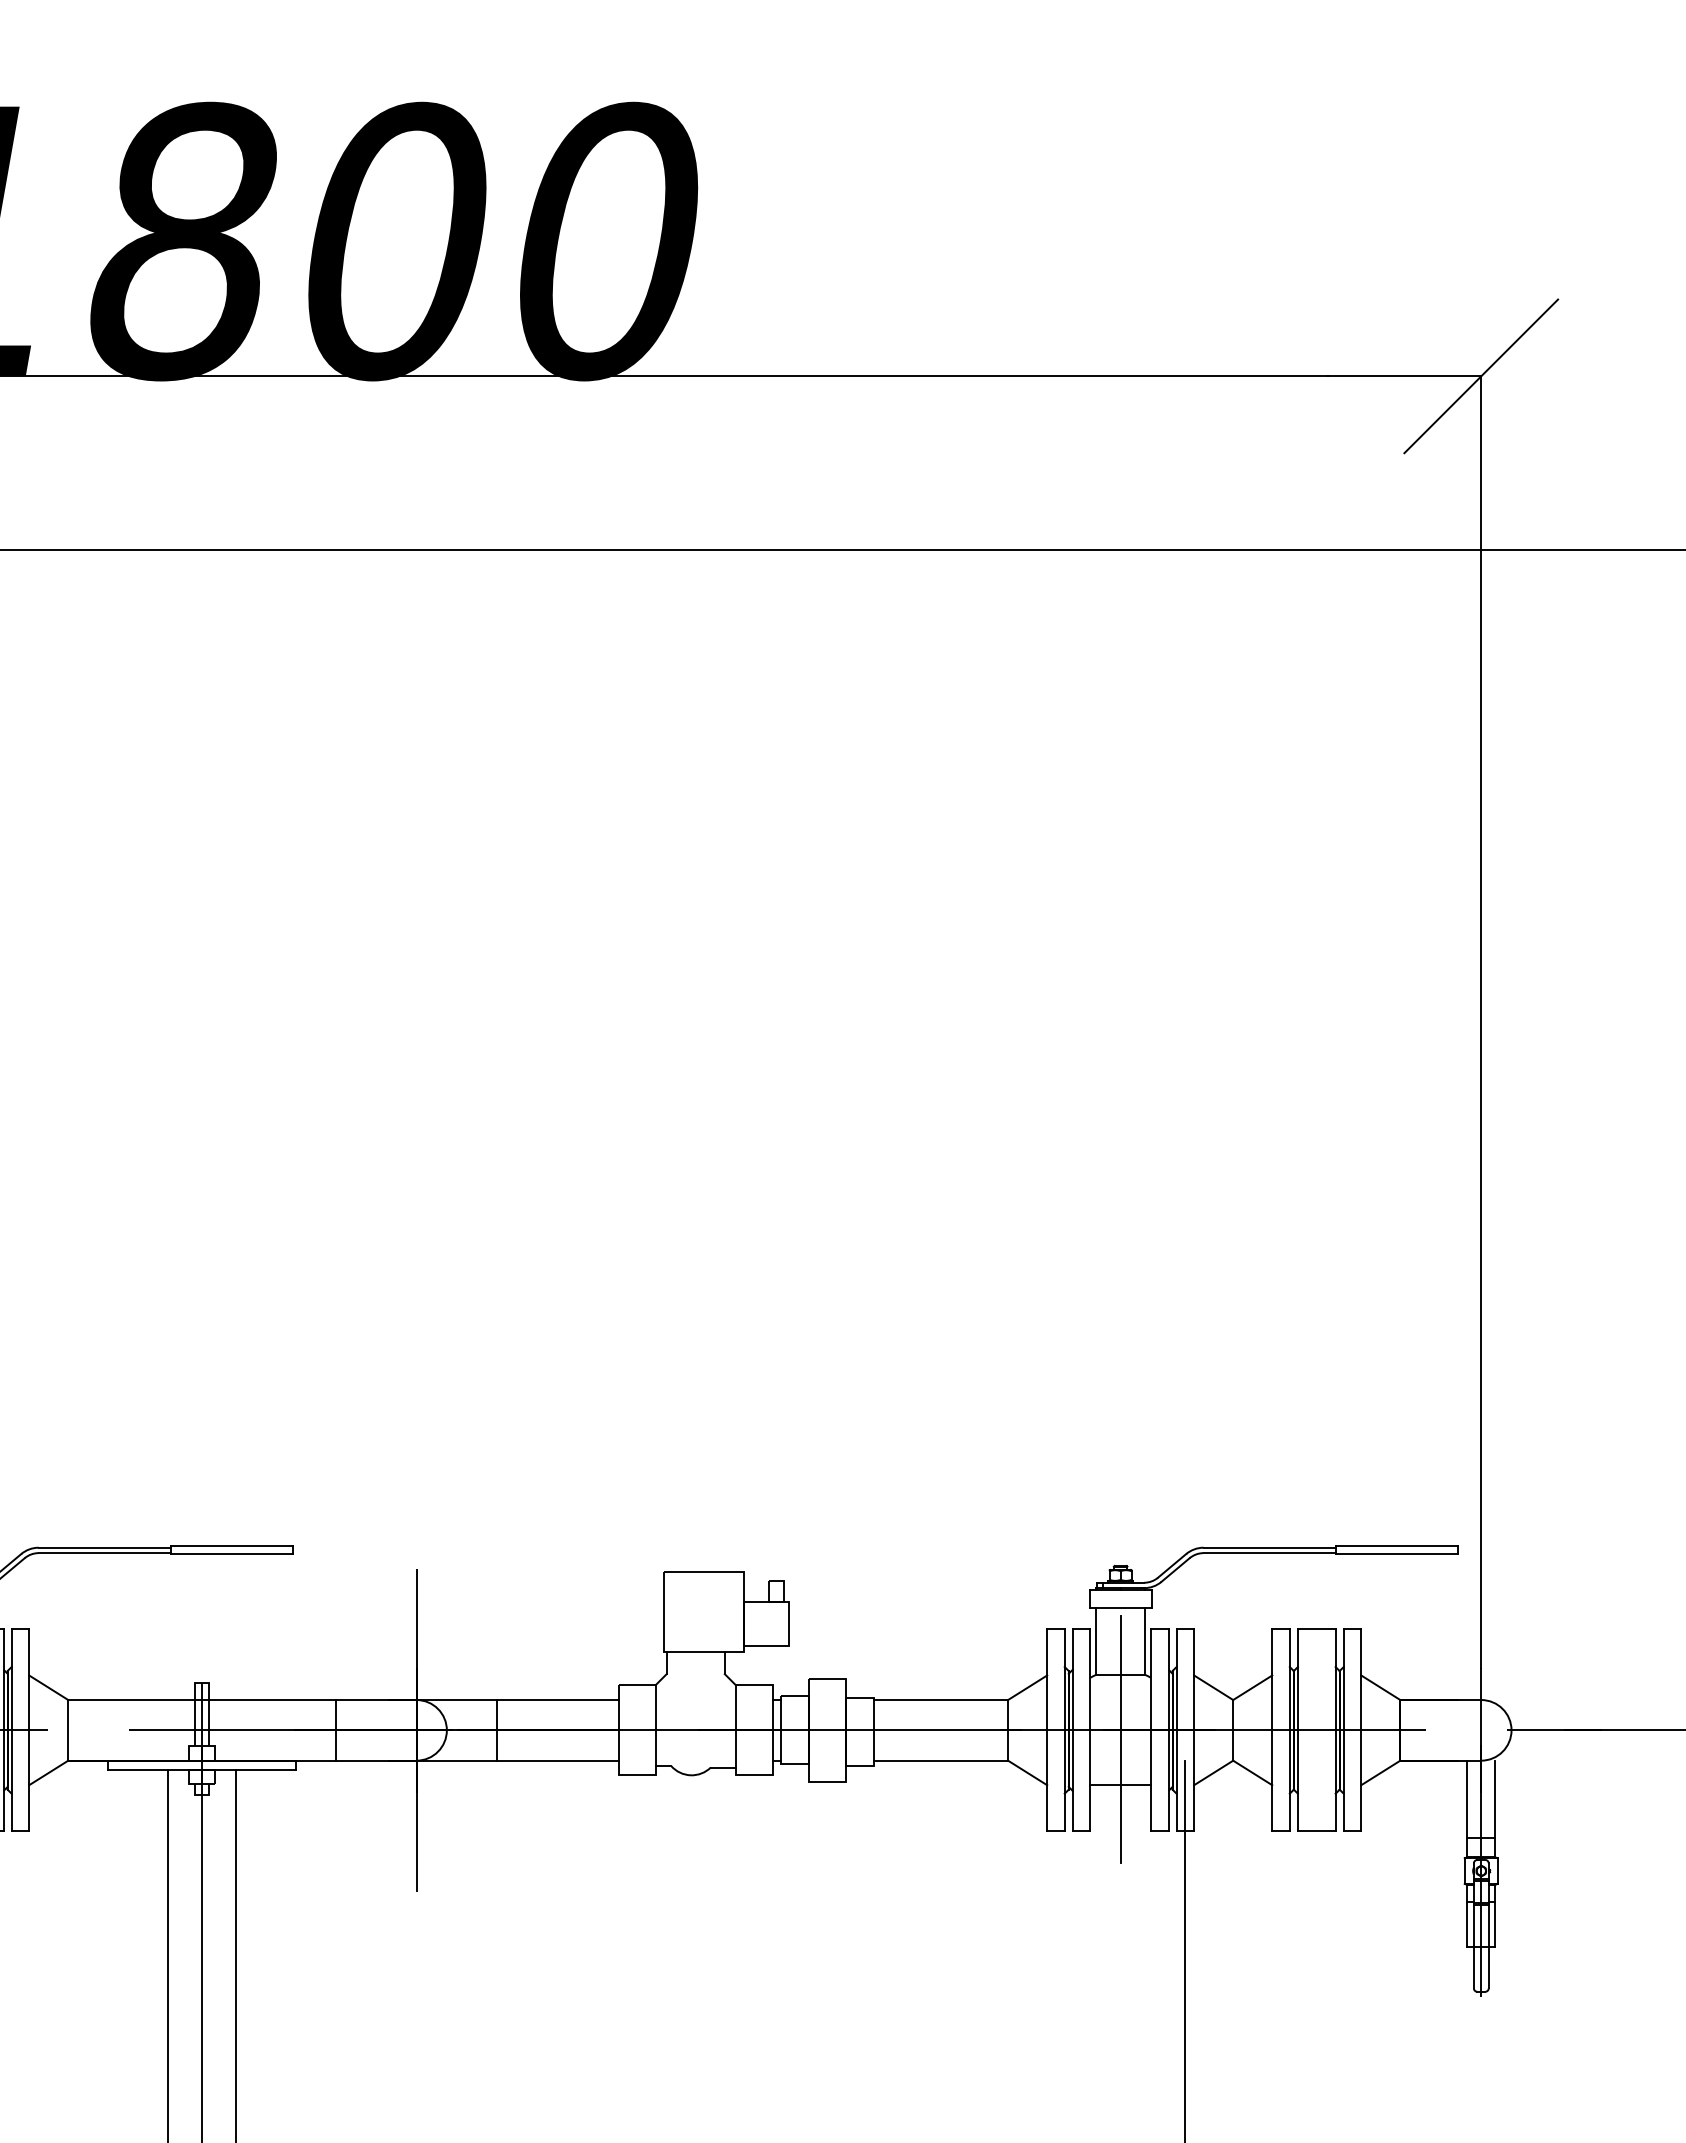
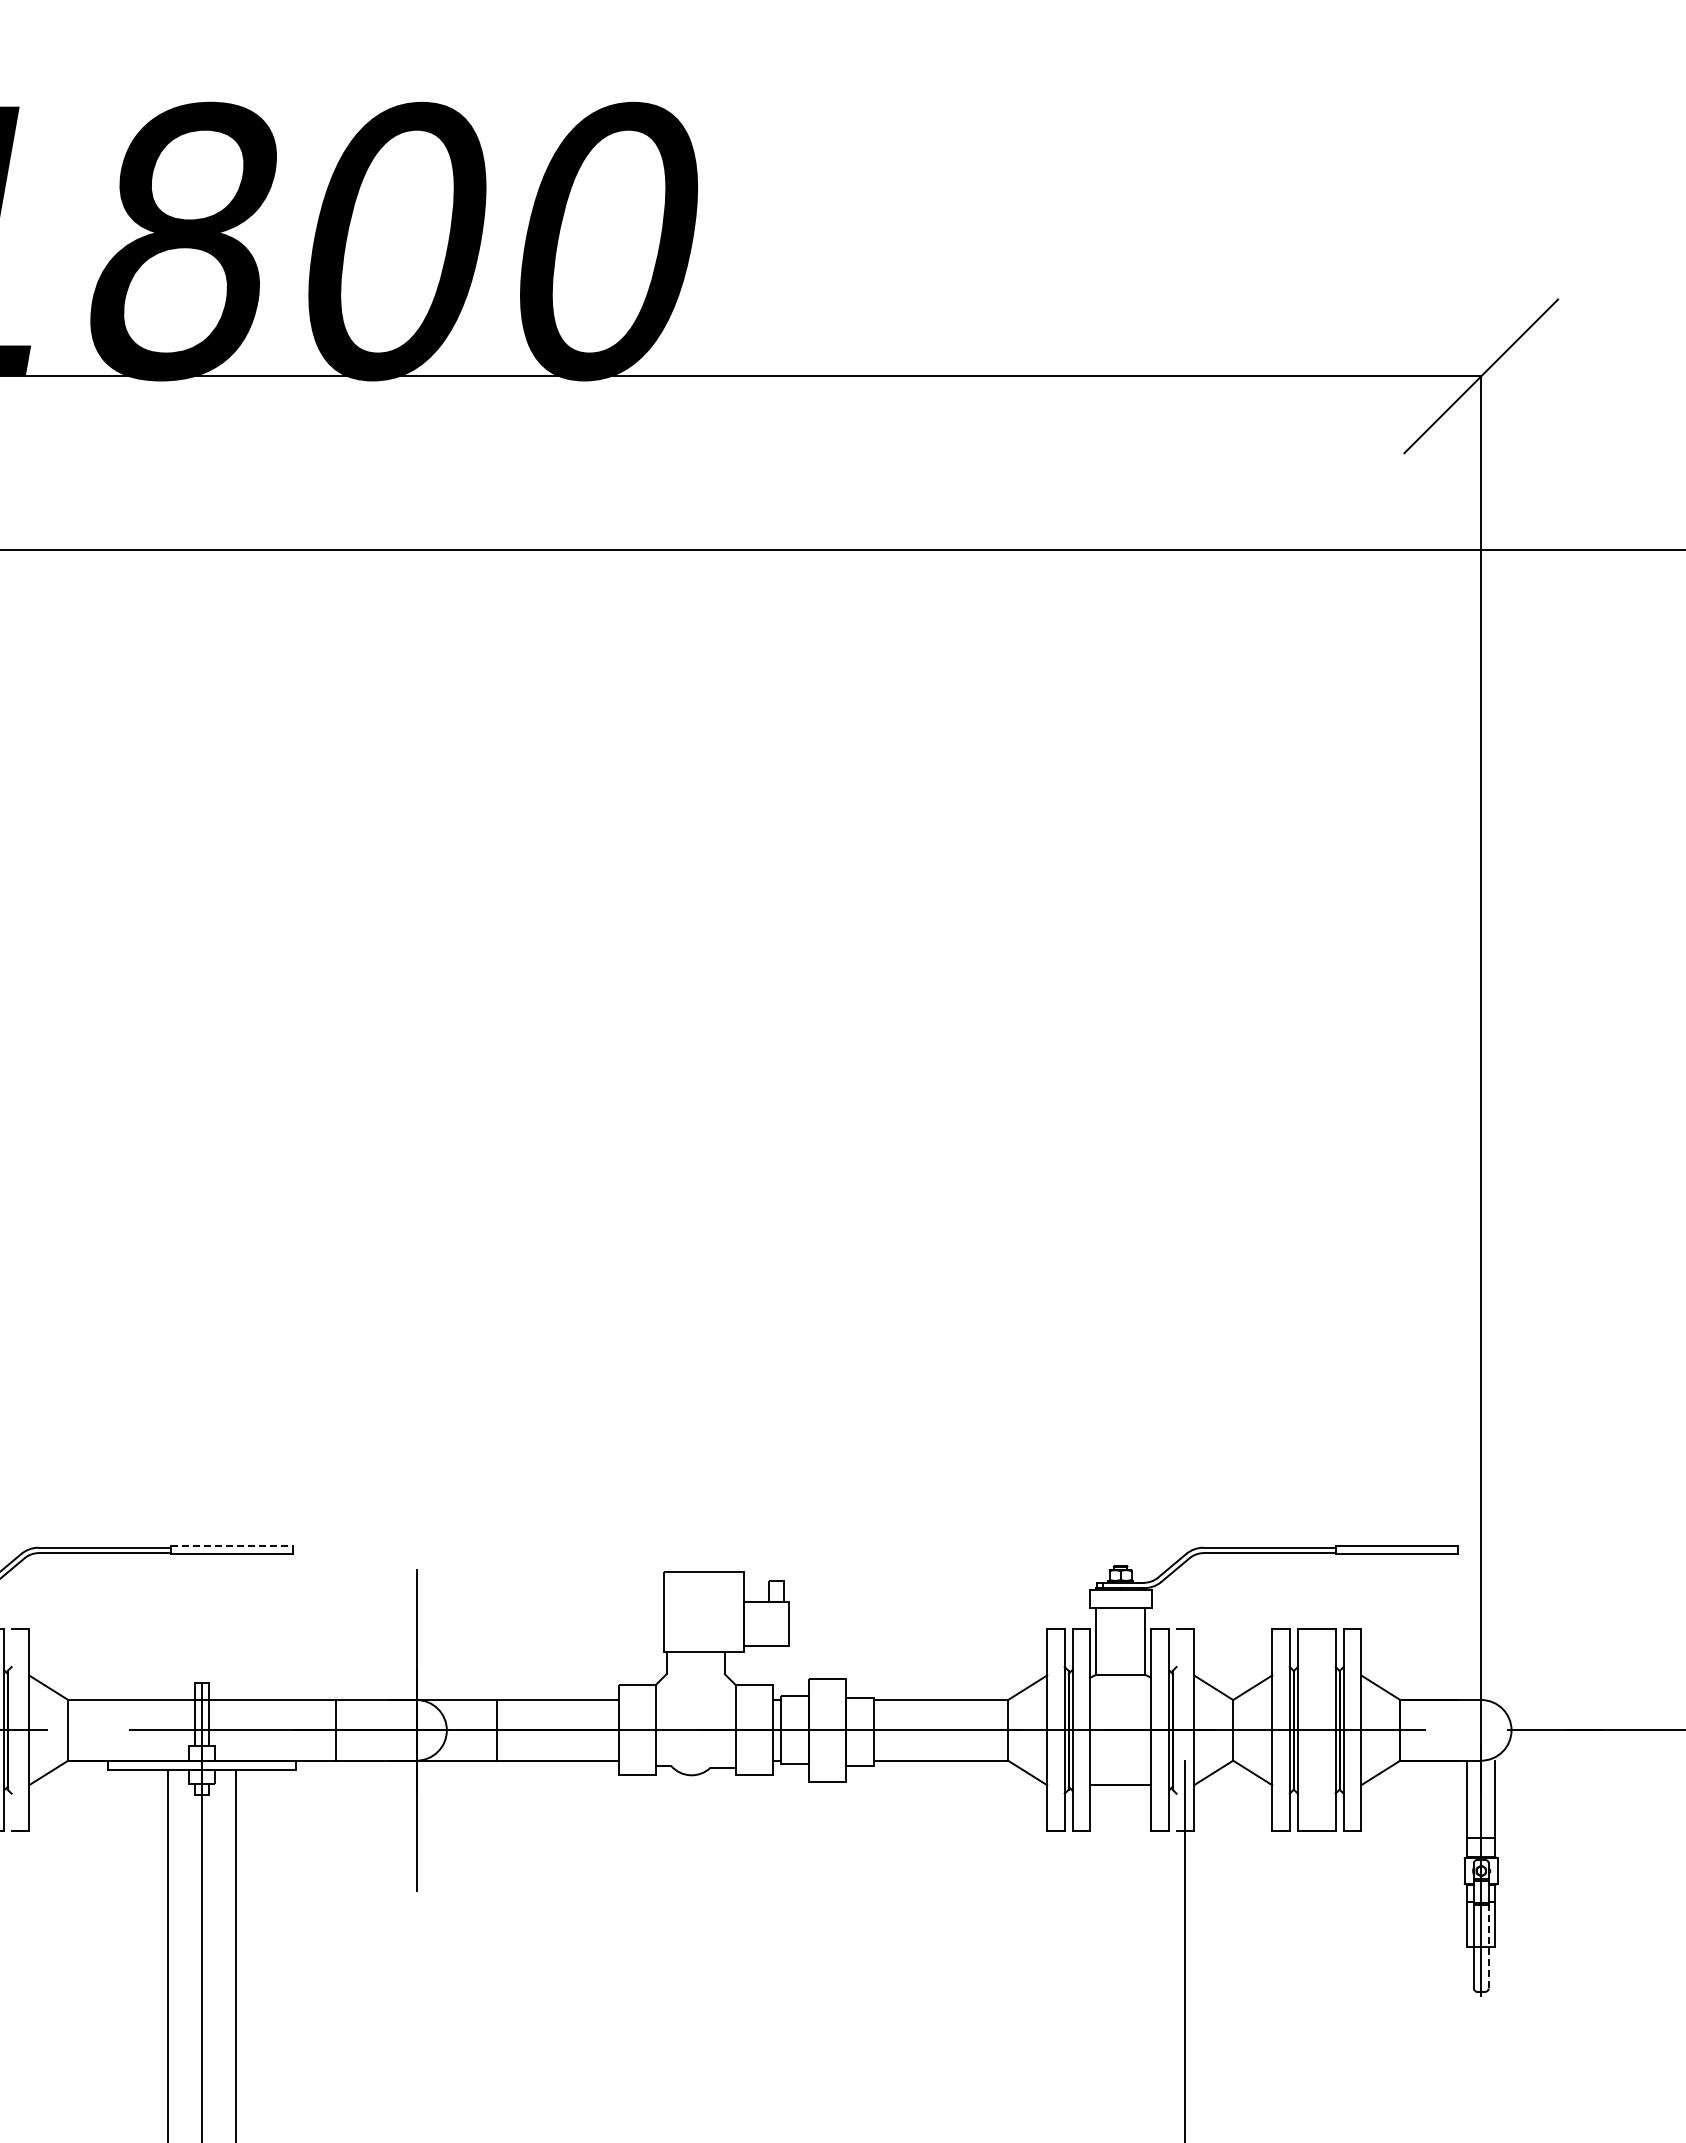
line at (232, 1546): solid -> dashed
line at (11, 1730): present -> none
line at (1176, 1730): present -> none
line at (1120, 1739): present -> none
line at (1488, 1946): solid -> dashed
